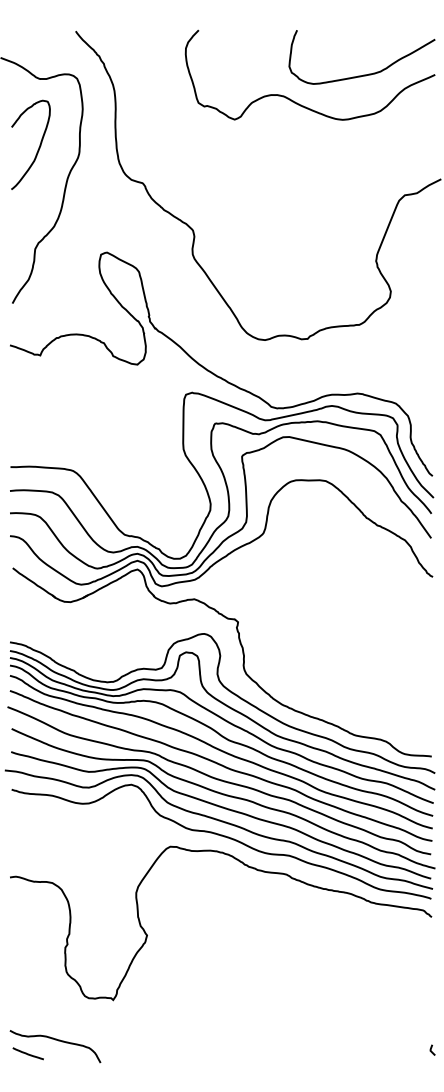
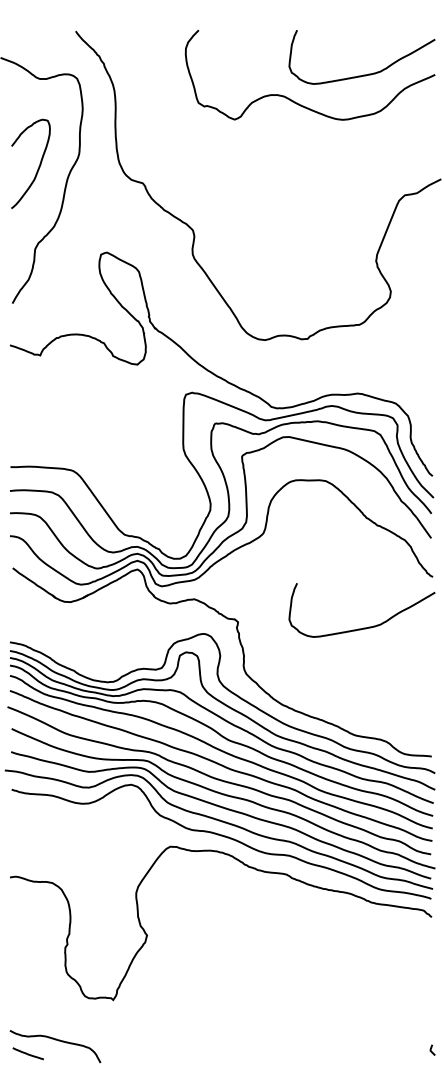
curve at (38, 147) position: (38, 147) -> (38, 166)
curve at (363, 627): none -> present
